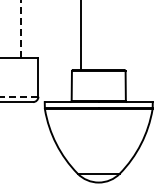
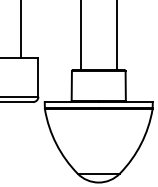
line at (21, 29): dashed -> solid
line at (116, 35): none -> present
line at (19, 96): dashed -> solid
